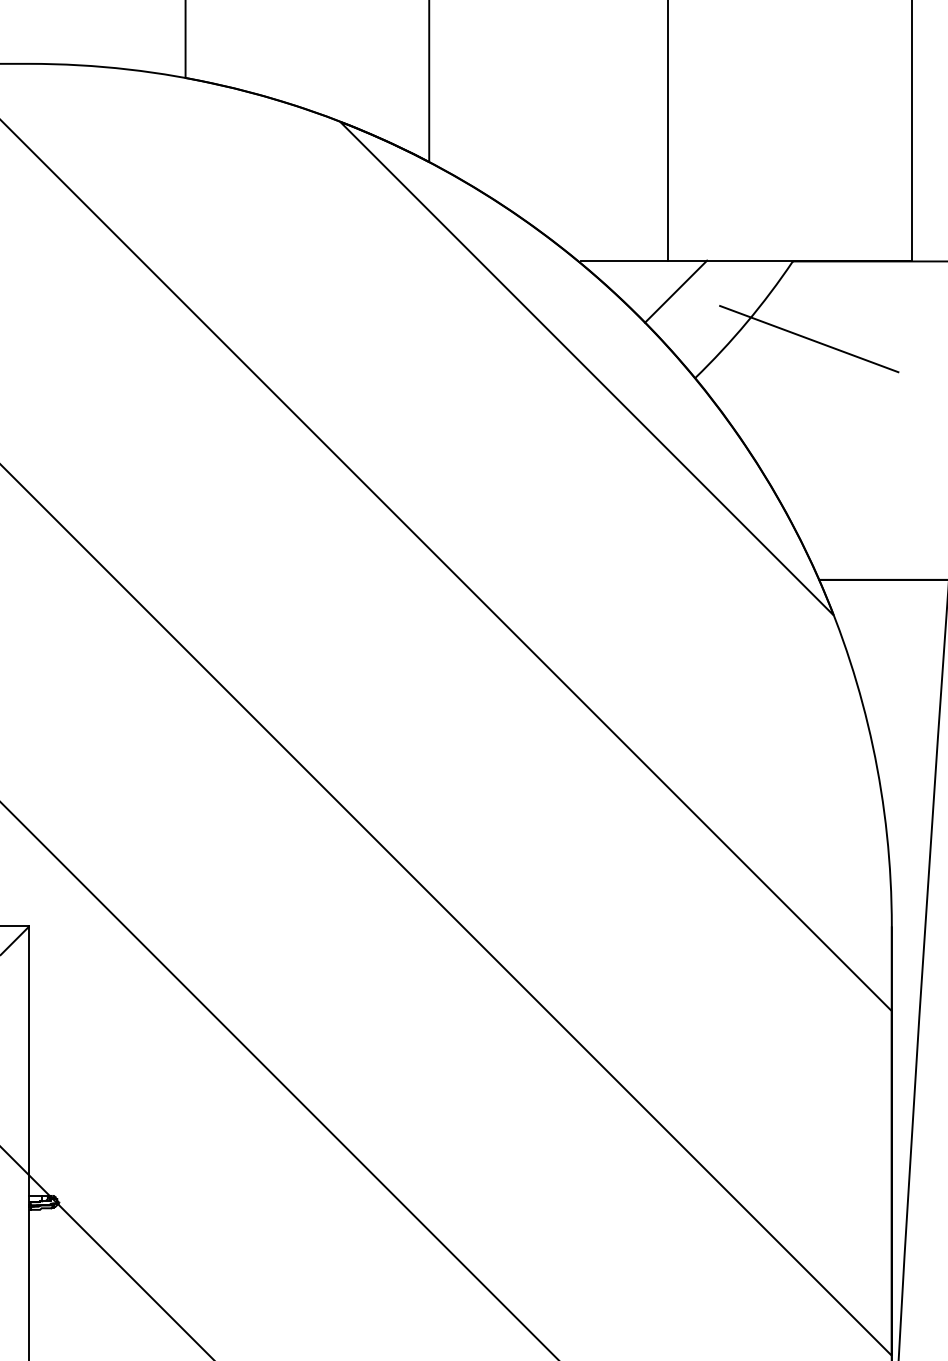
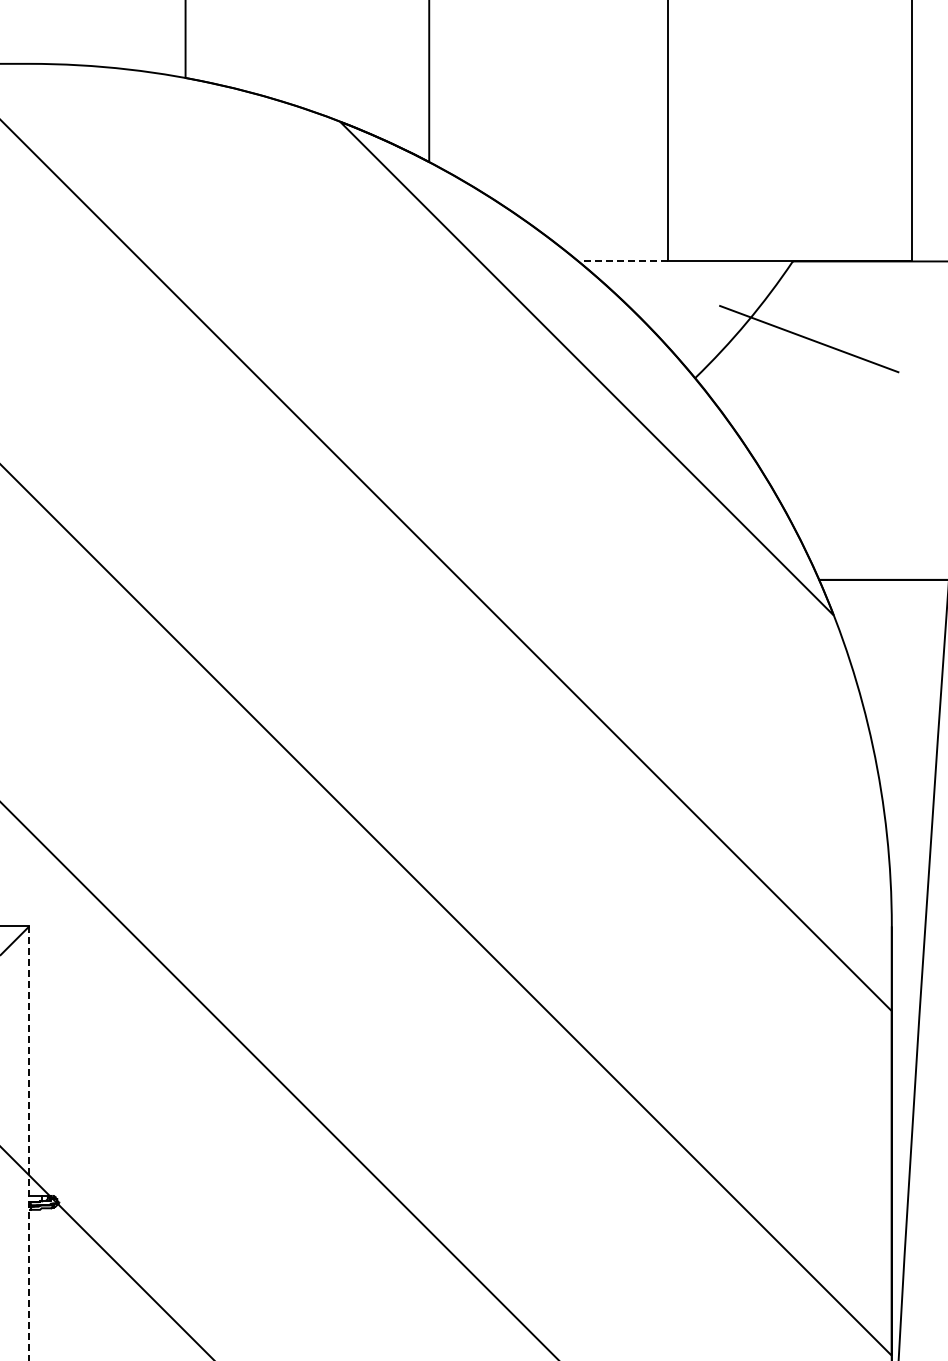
line at (624, 261): solid -> dashed
line at (676, 291): present -> none
line at (29, 1143): solid -> dashed
